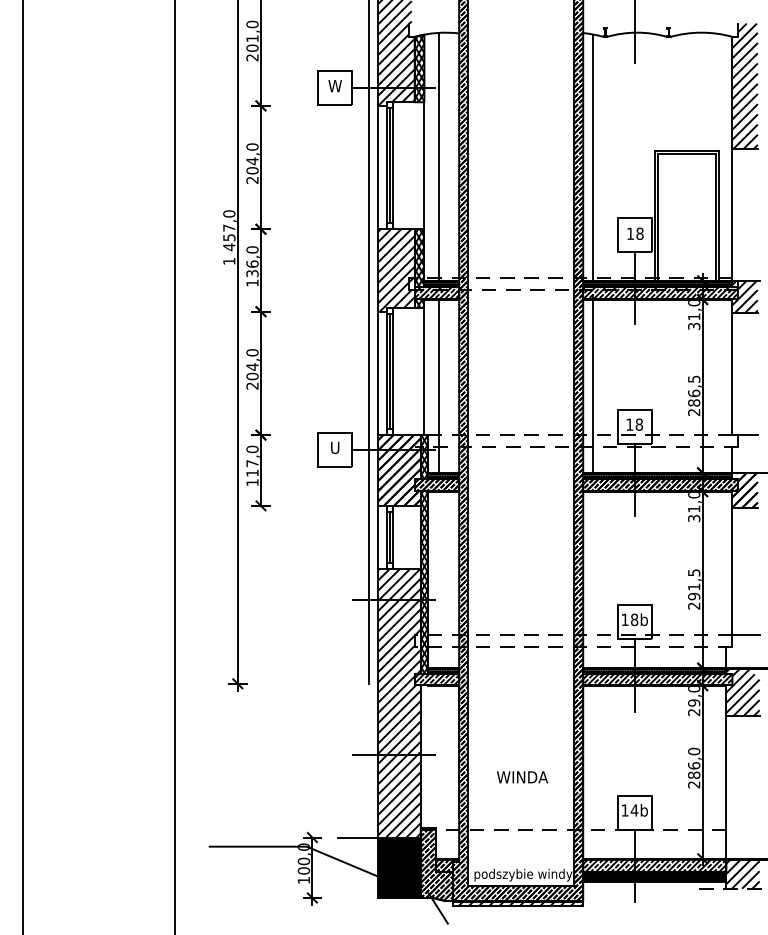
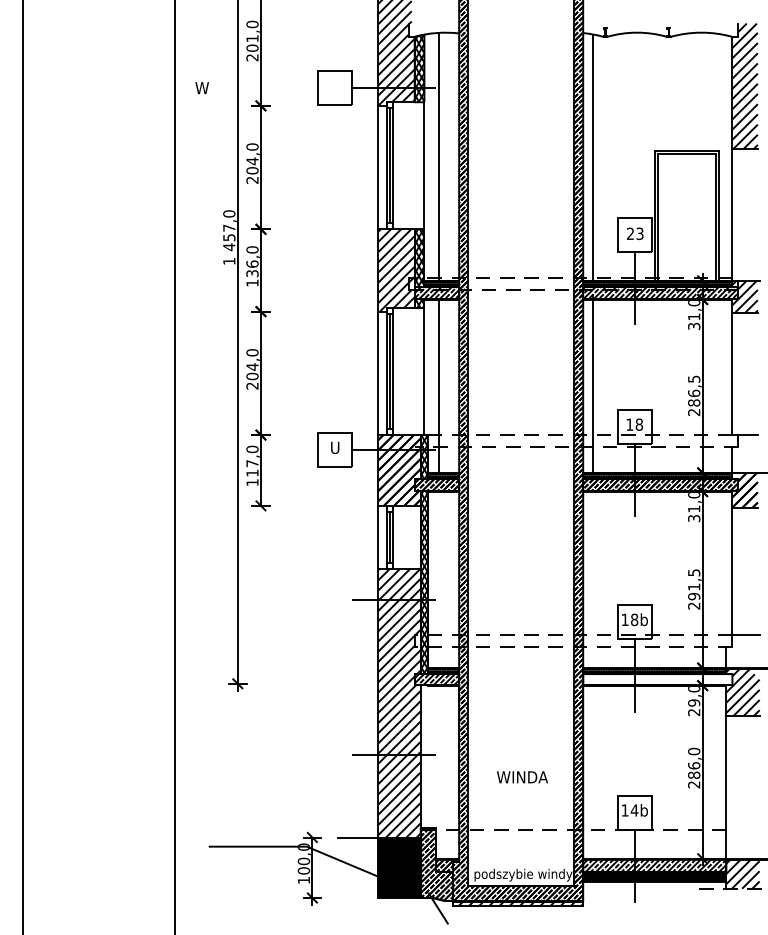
line at (634, 32): present -> none
text at (334, 86) position: (334, 86) -> (201, 88)
text at (635, 233): 18 -> 23
line at (369, 342): present -> none
hatch at (657, 679): present -> none
